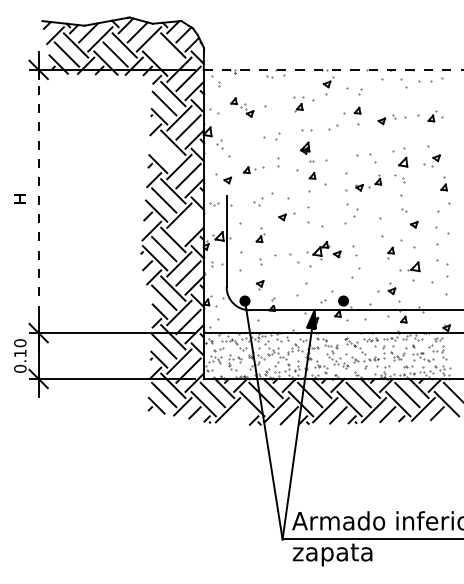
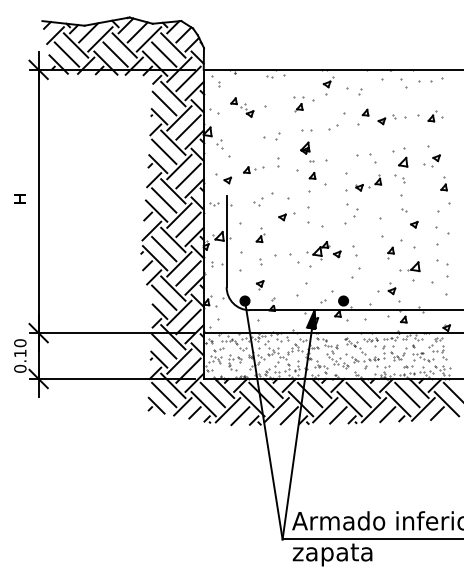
line at (164, 54): none -> present
line at (333, 69): dashed -> solid
part at (357, 110) position: (357, 110) -> (365, 112)
line at (164, 151): none -> present
line at (38, 201): dashed -> solid
line at (188, 224): none -> present
line at (240, 416): none -> present
